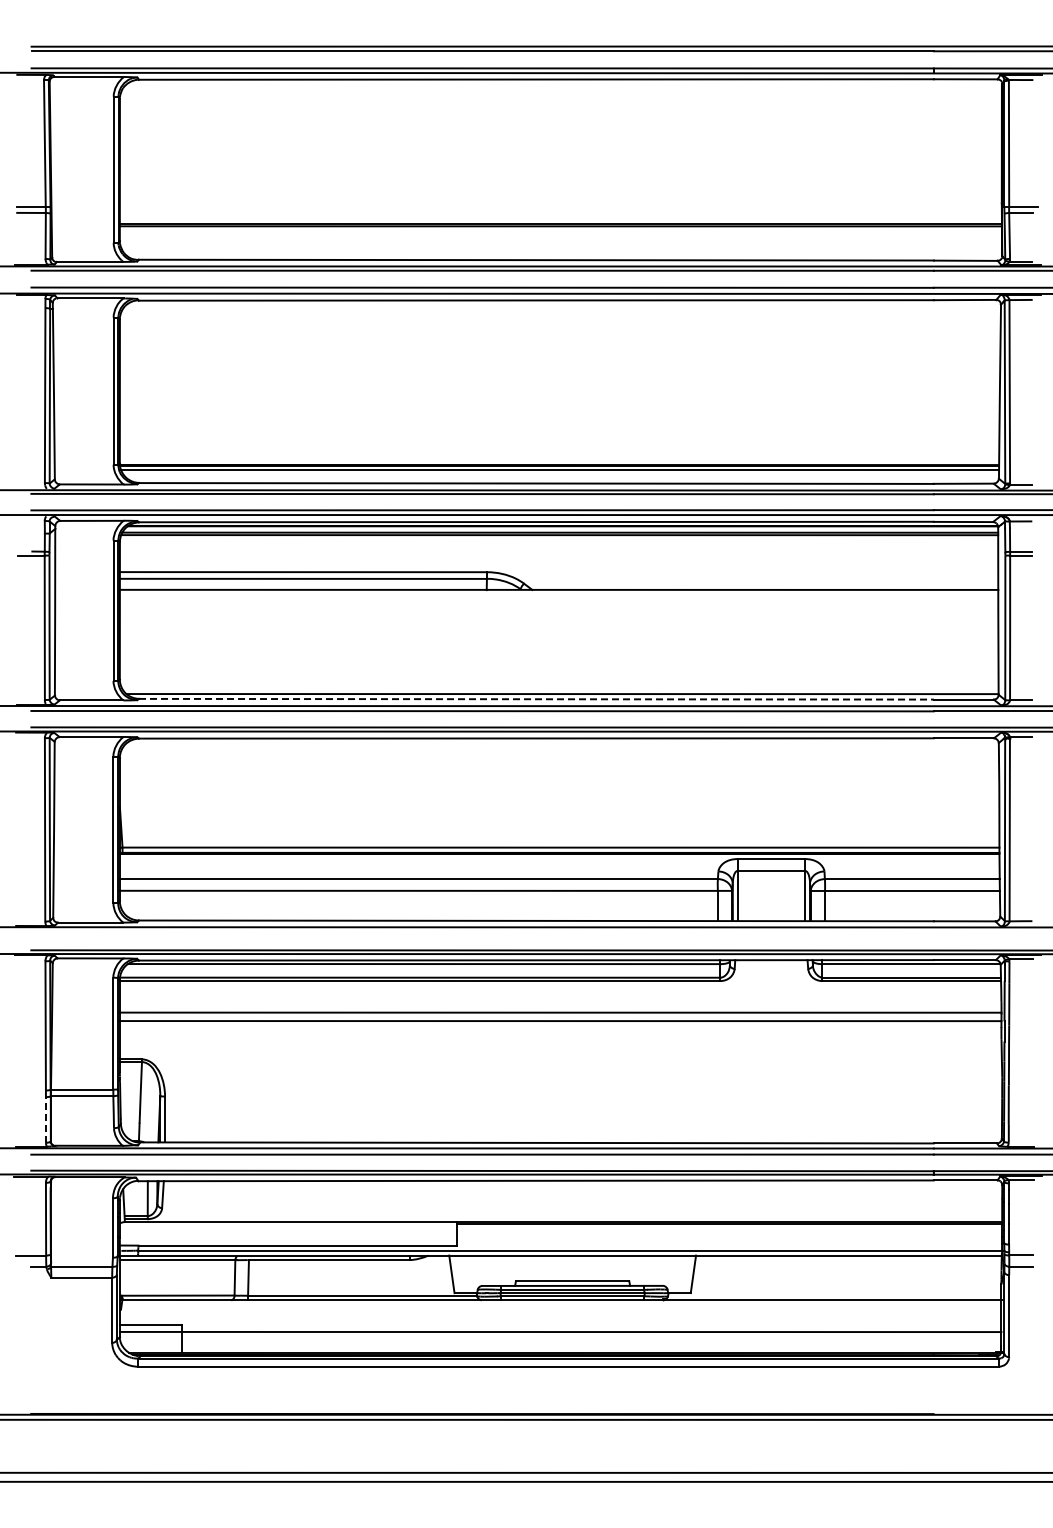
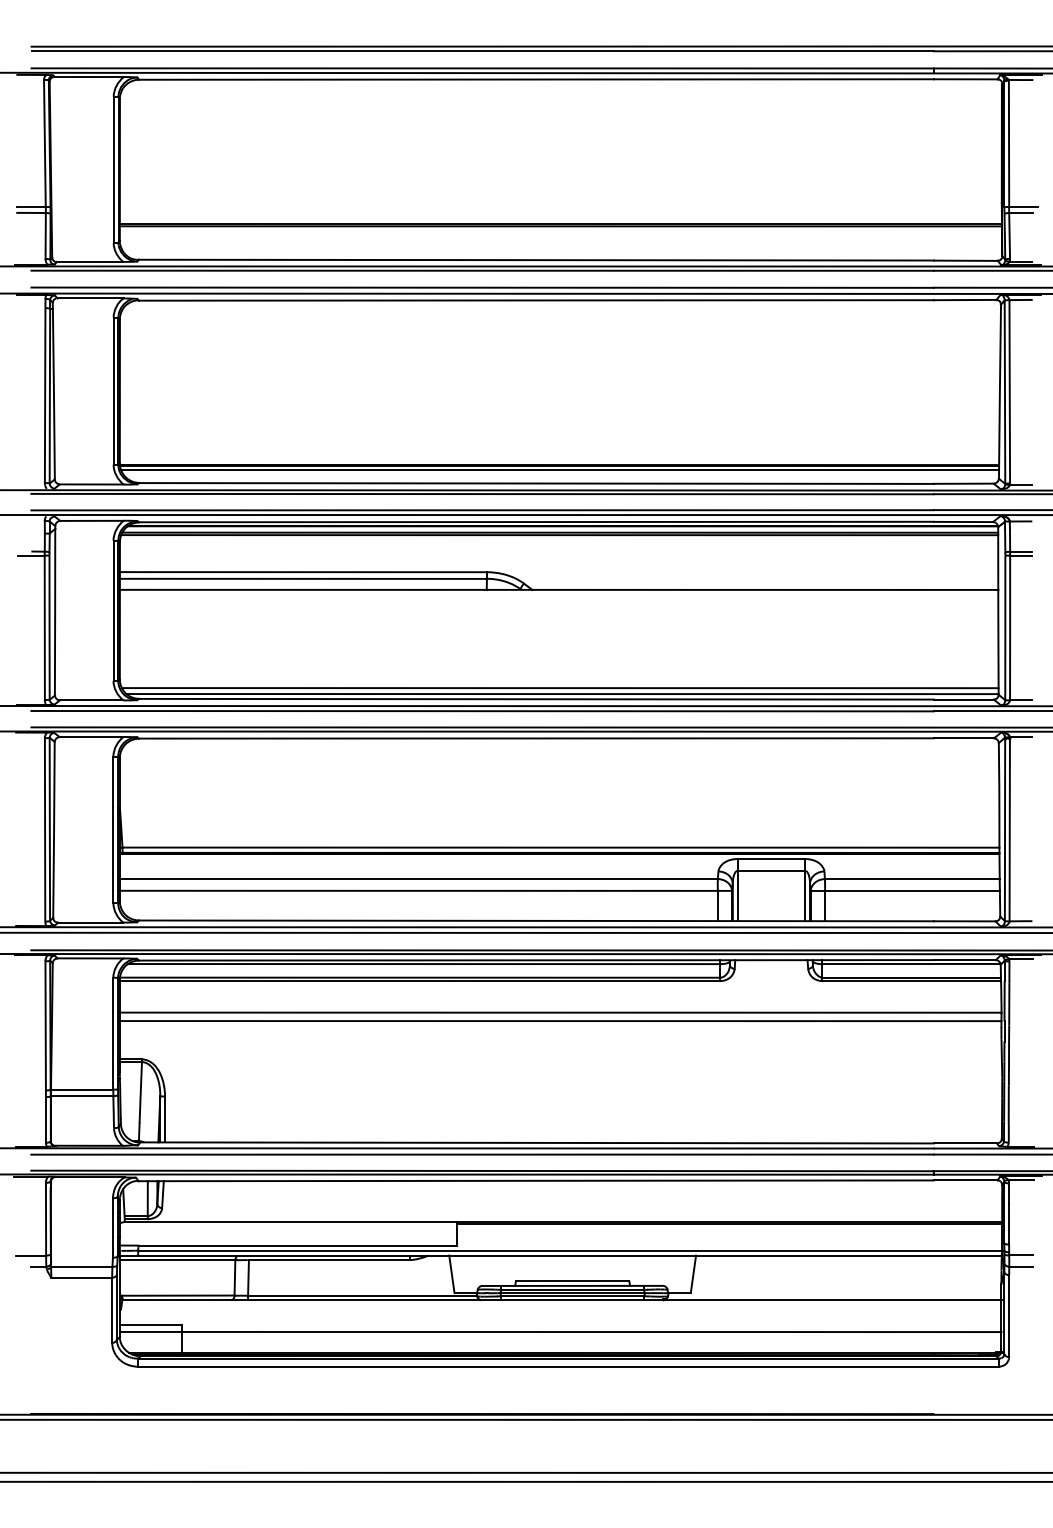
line at (559, 688): none -> present
line at (536, 699): dashed -> solid
line at (525, 932): none -> present
line at (45, 1119): dashed -> solid
